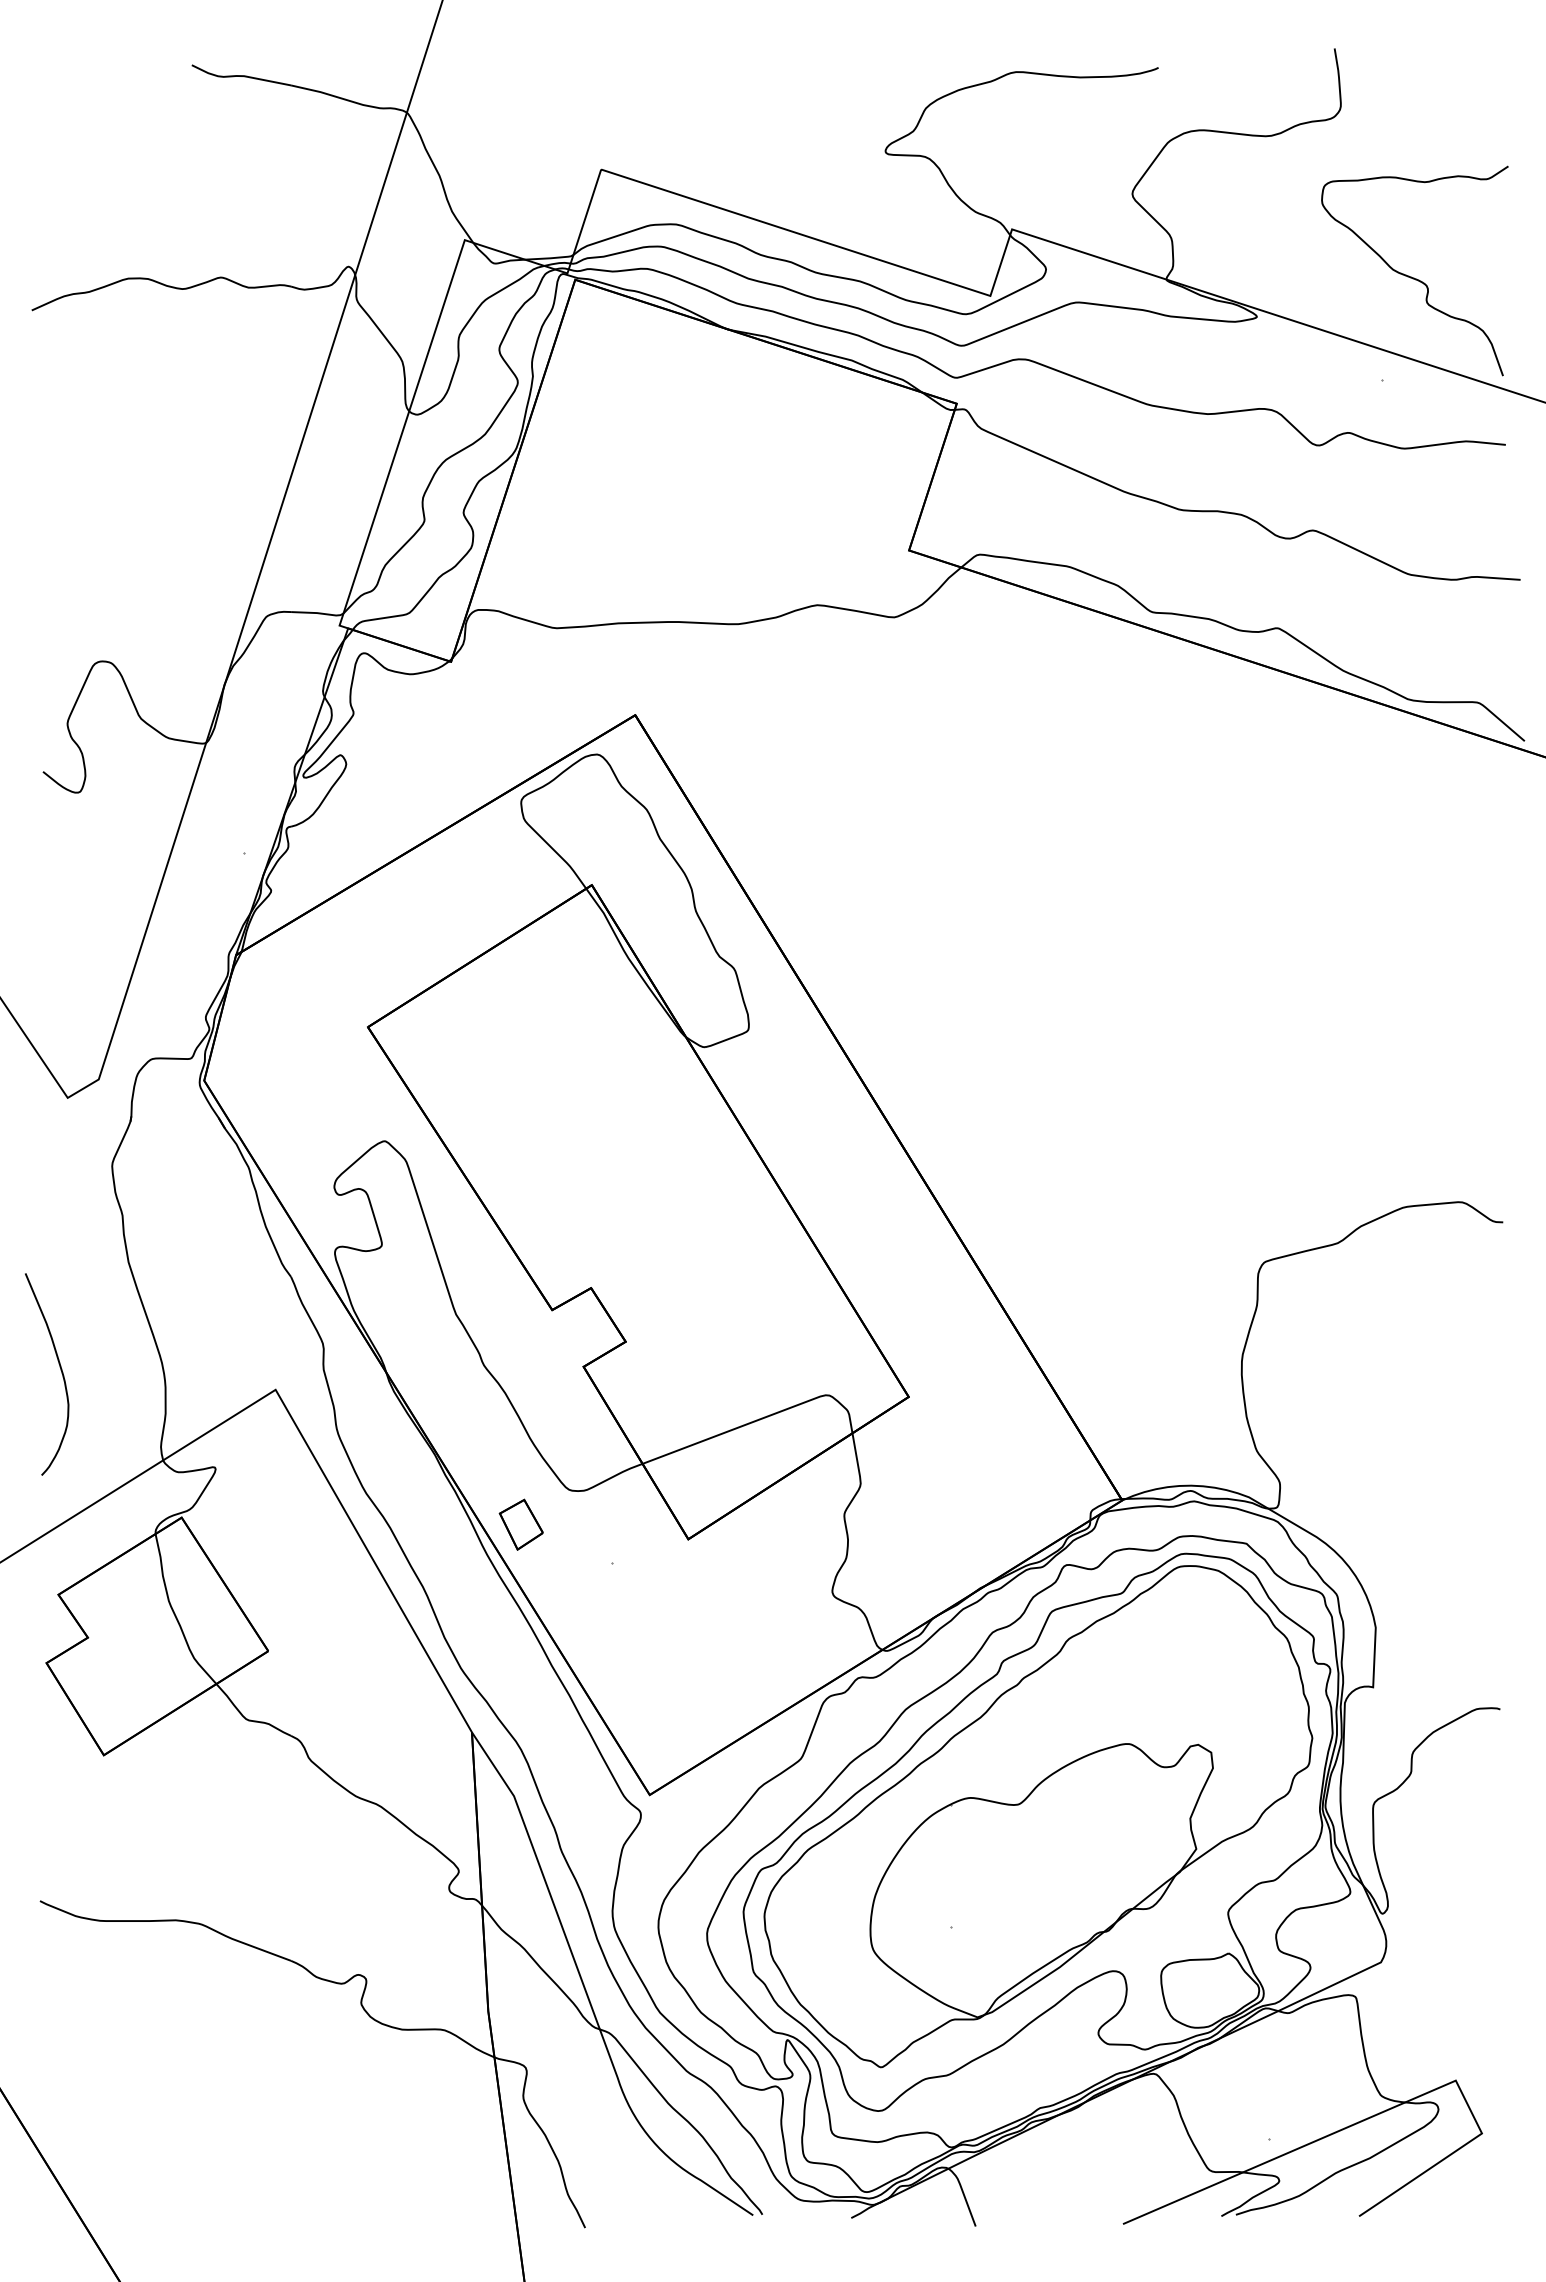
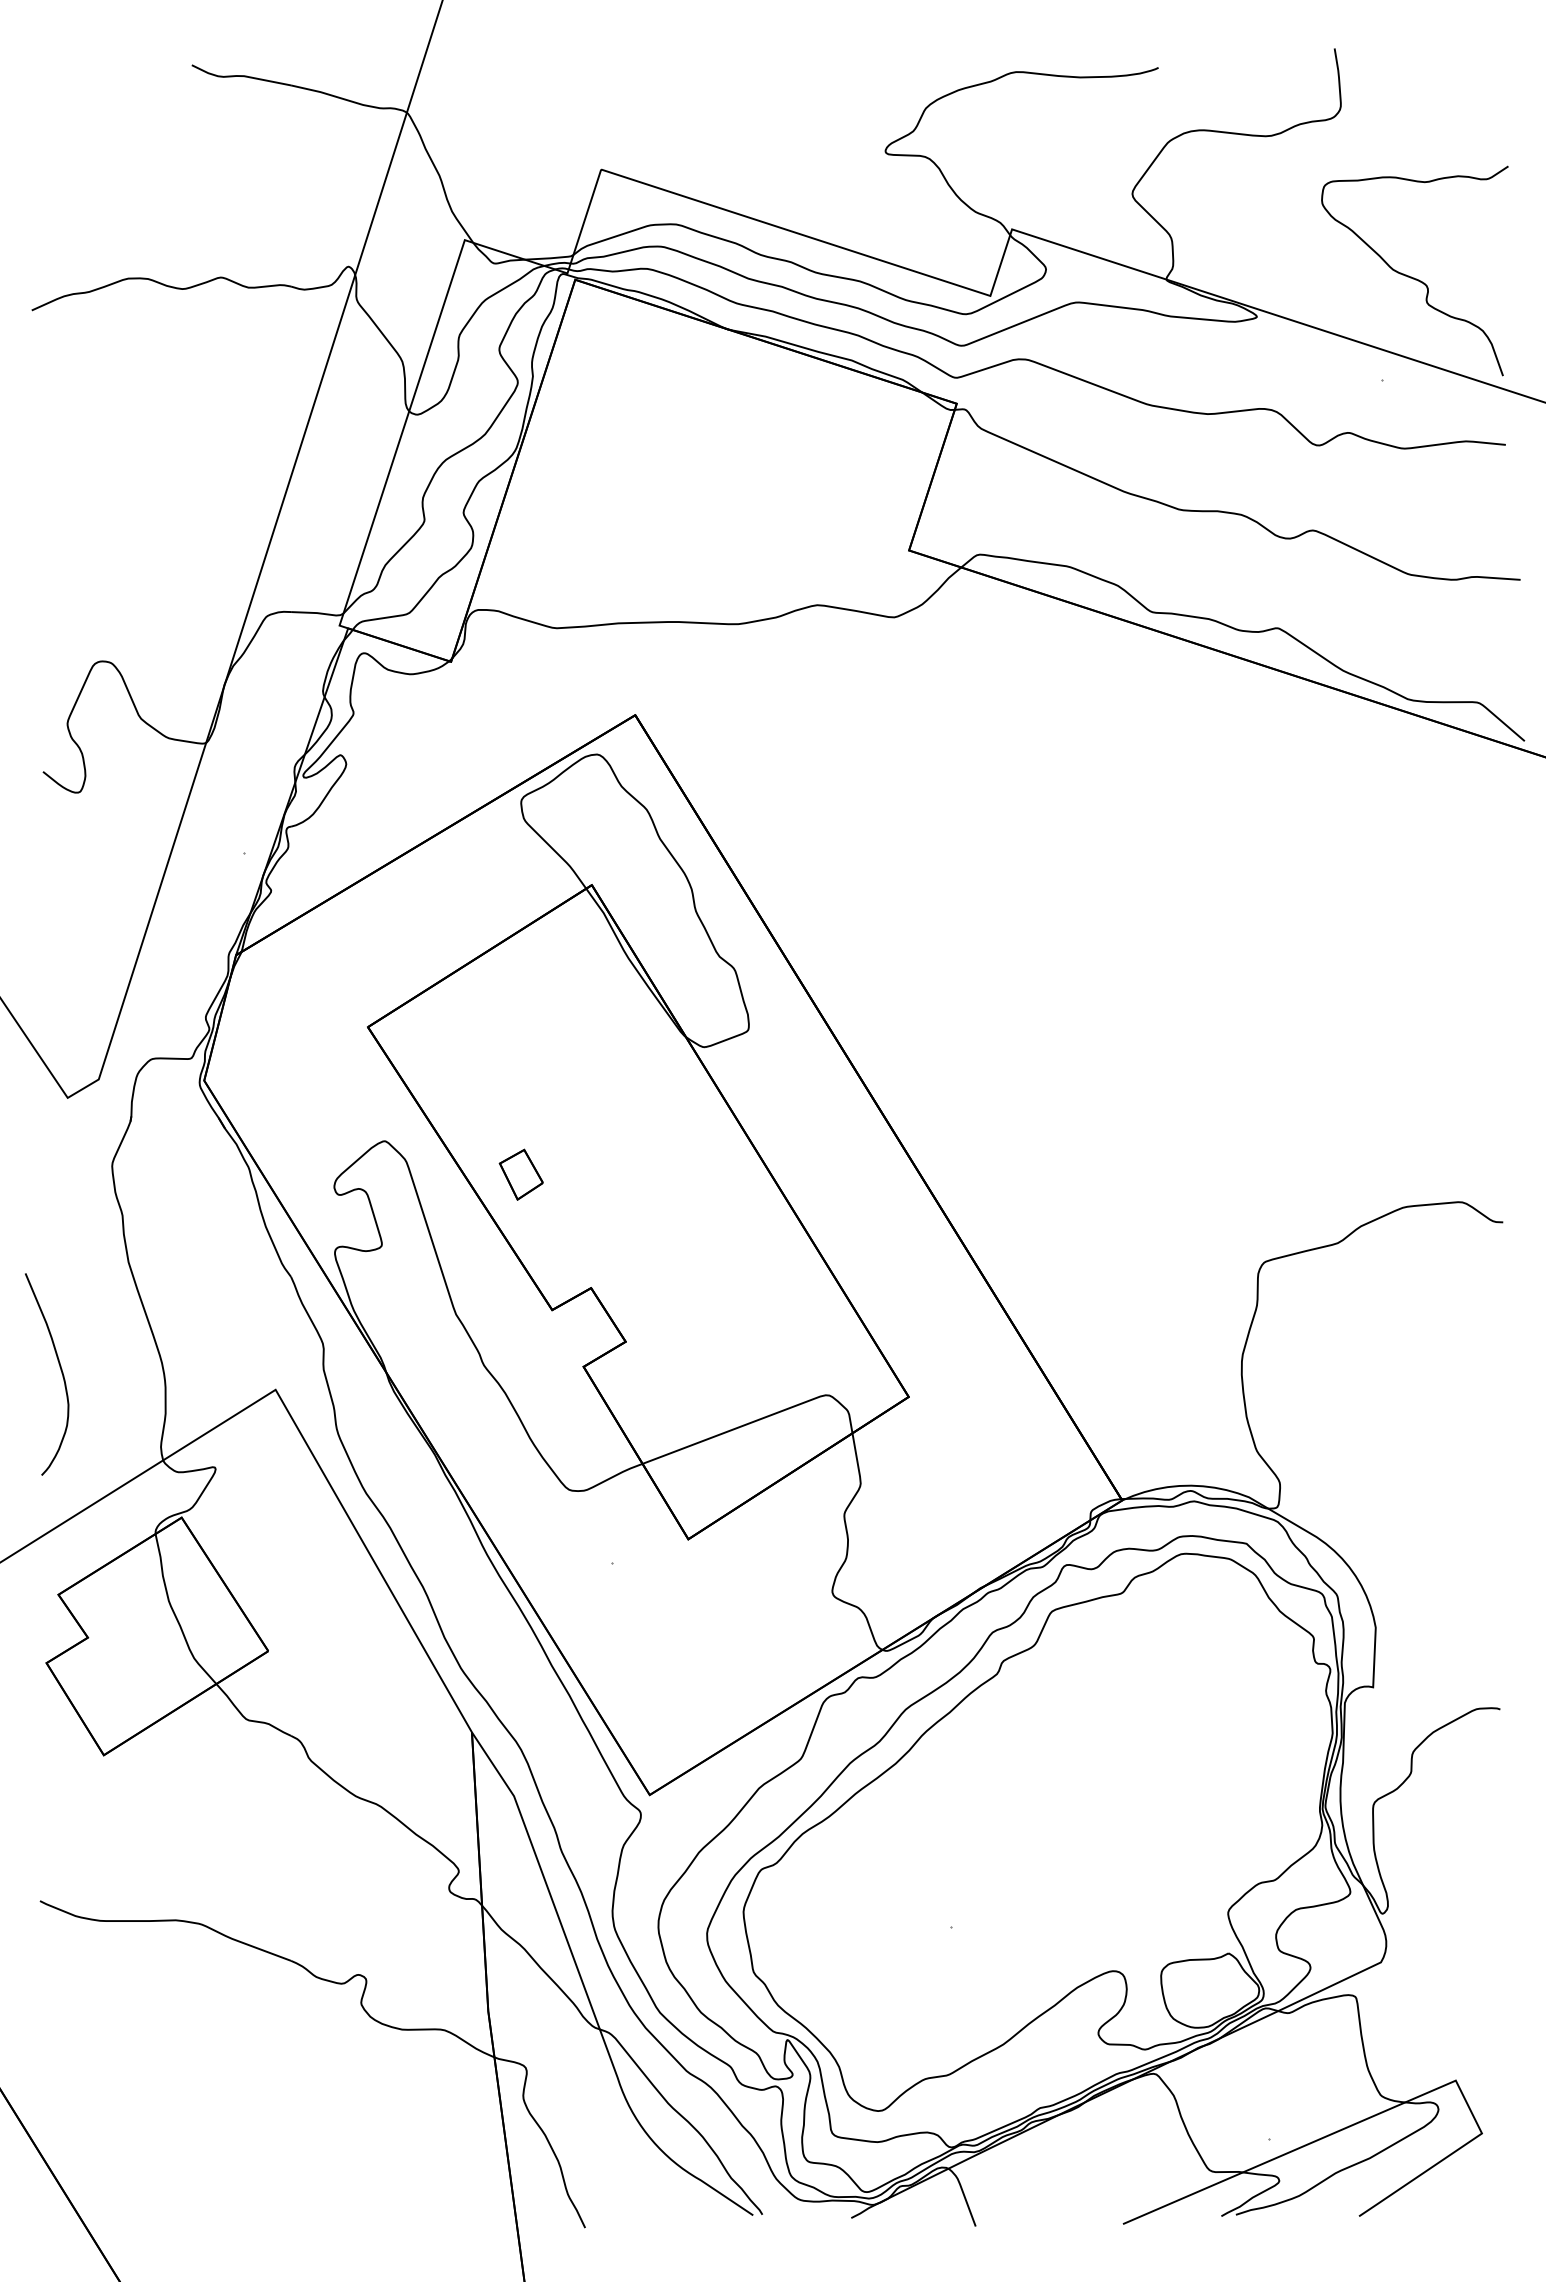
part at (520, 1524) position: (520, 1524) -> (520, 1174)
part at (1038, 1816): present -> none
